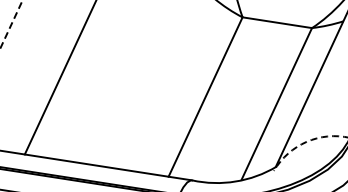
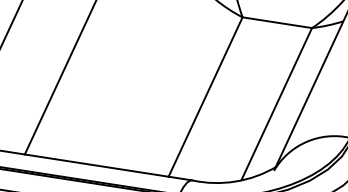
line at (11, 24): dashed -> solid
arc at (305, 142): dashed -> solid
